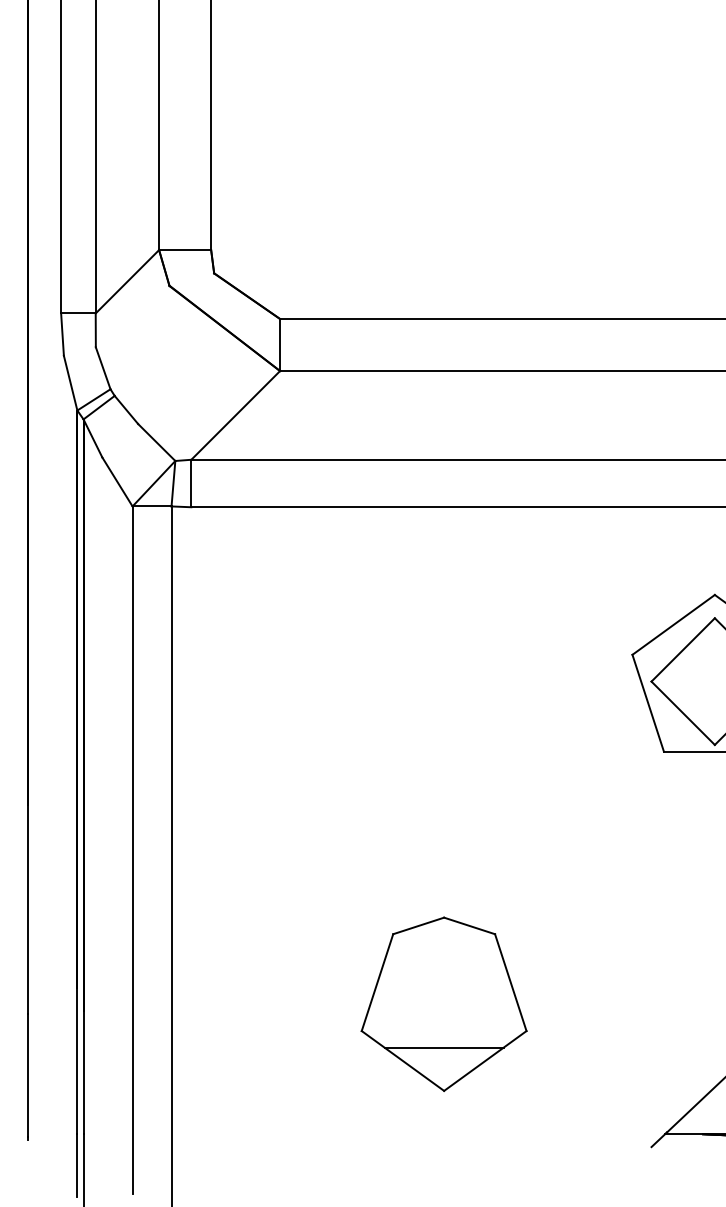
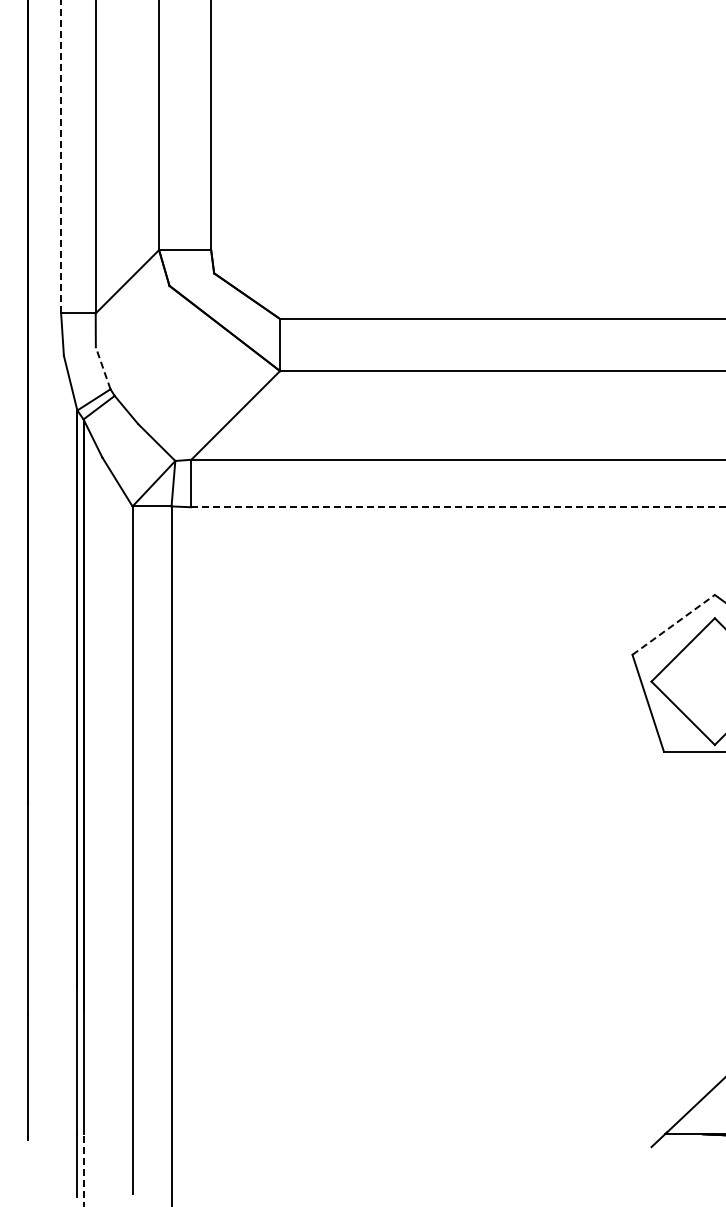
line at (61, 156): solid -> dashed
line at (103, 367): solid -> dashed
line at (458, 507): solid -> dashed
line at (673, 624): solid -> dashed
part at (443, 1003): present -> none
line at (83, 1169): solid -> dashed
